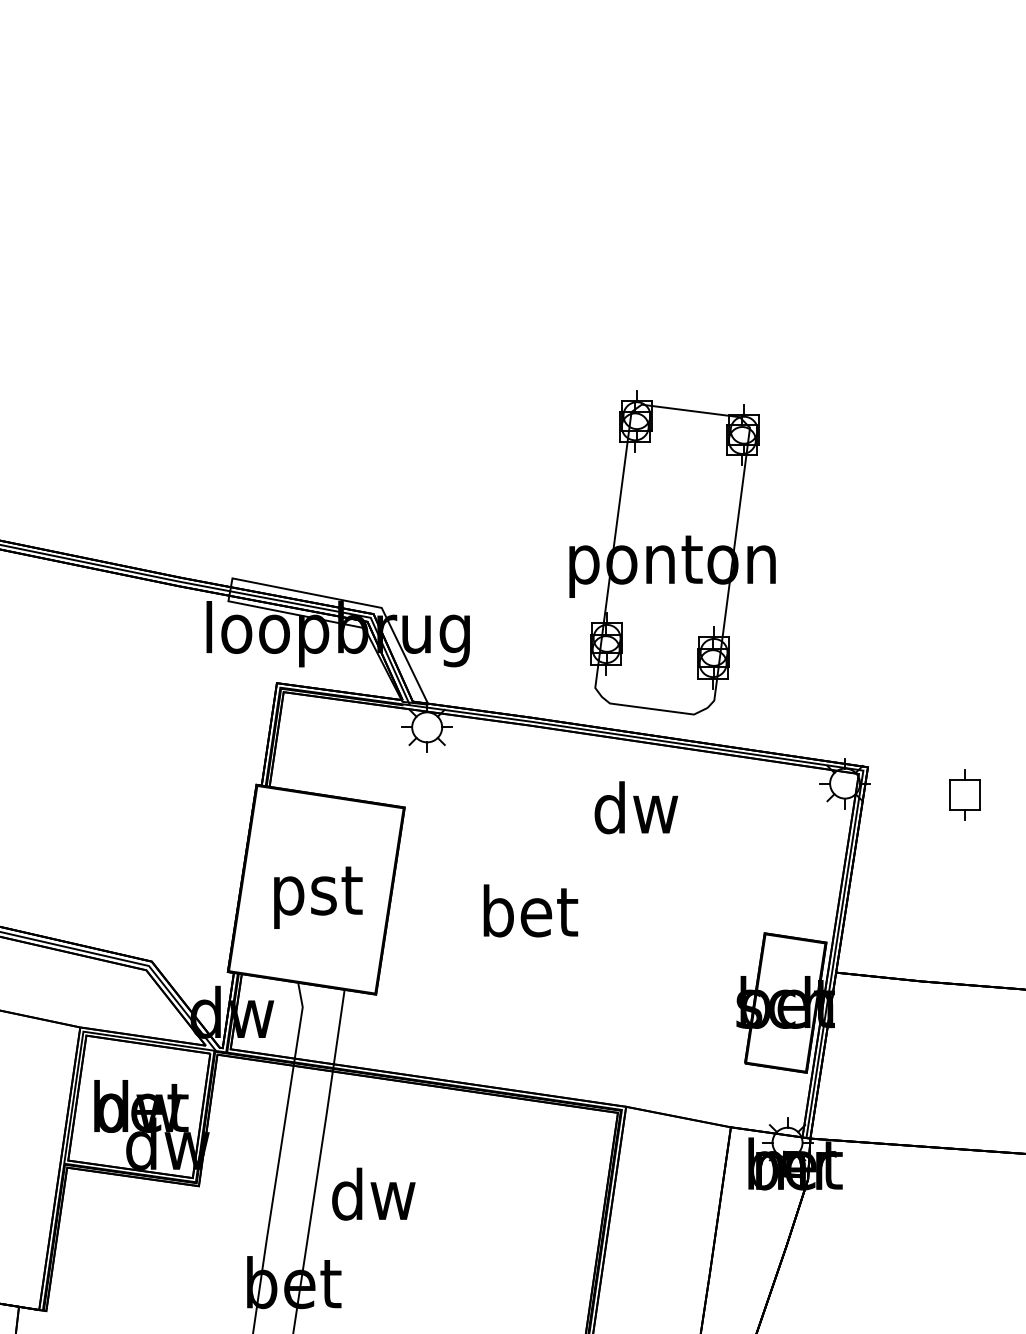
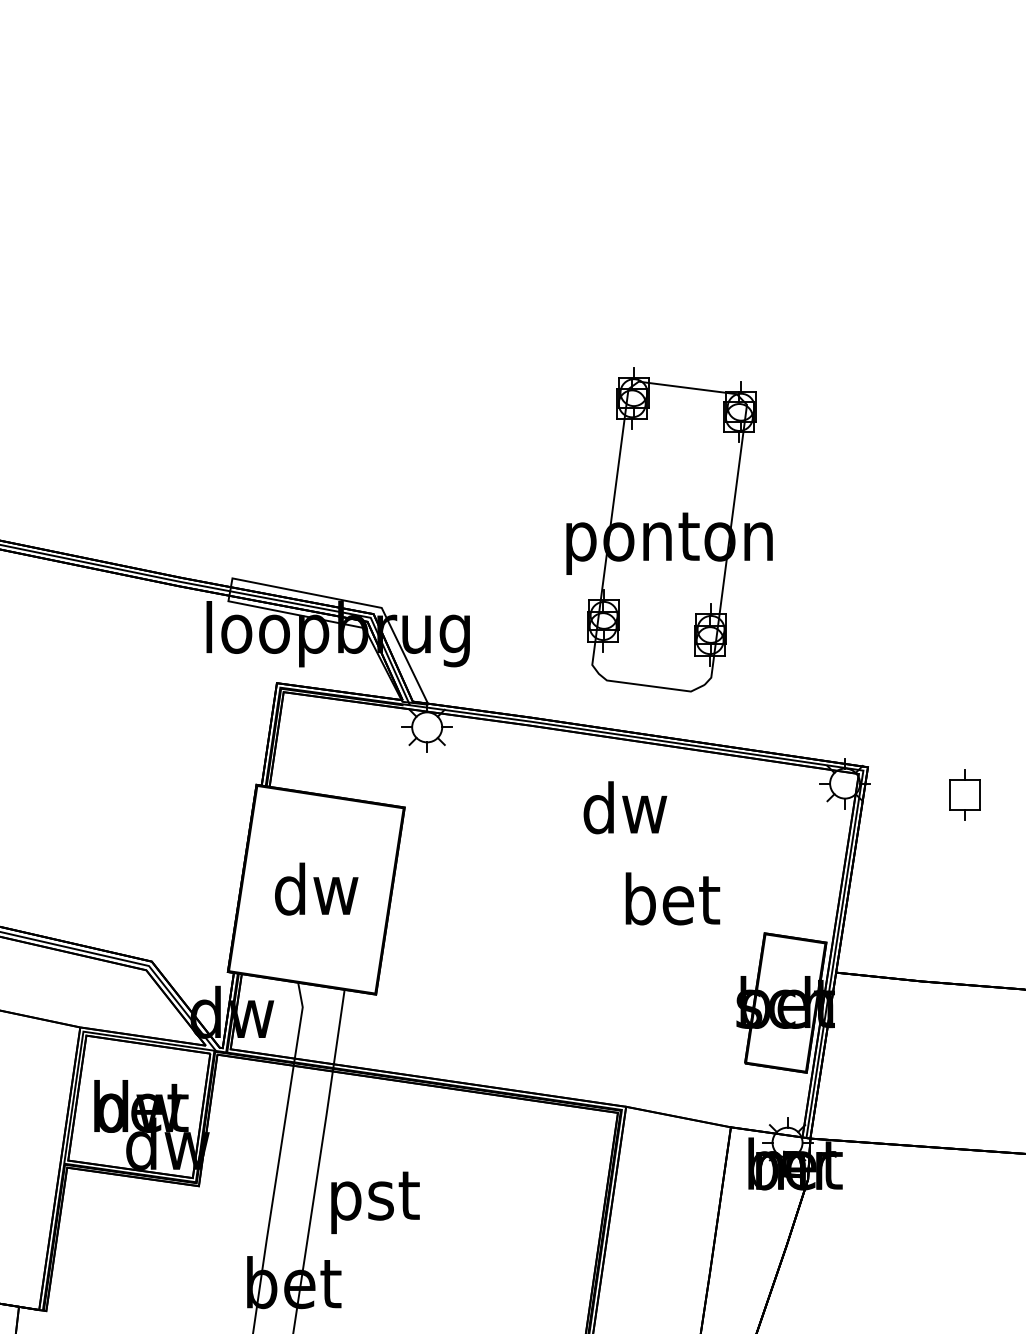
part at (672, 552) position: (672, 552) -> (669, 529)
text at (636, 807) position: (636, 807) -> (625, 807)
text at (318, 895): pst -> dw
text at (530, 910) position: (530, 910) -> (672, 898)
text at (375, 1200): dw -> pst
